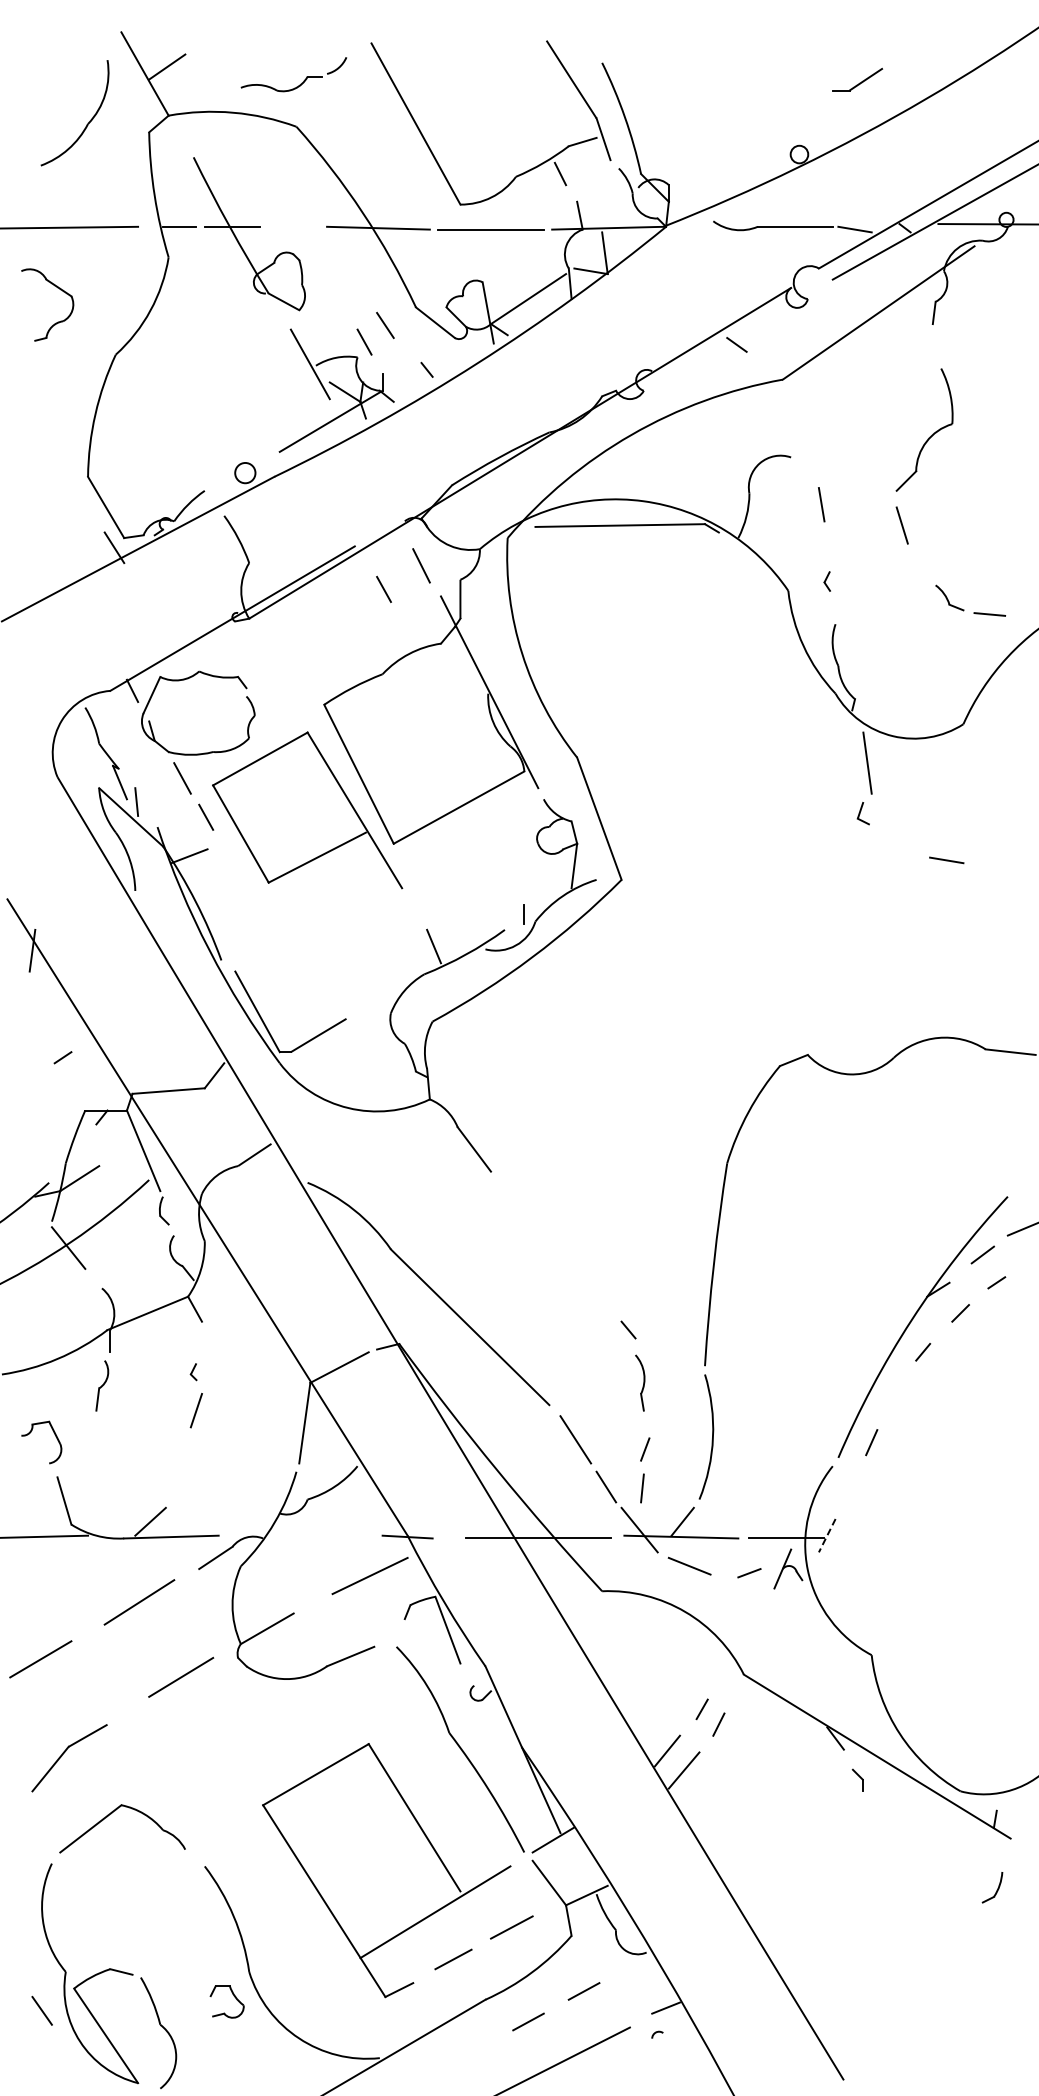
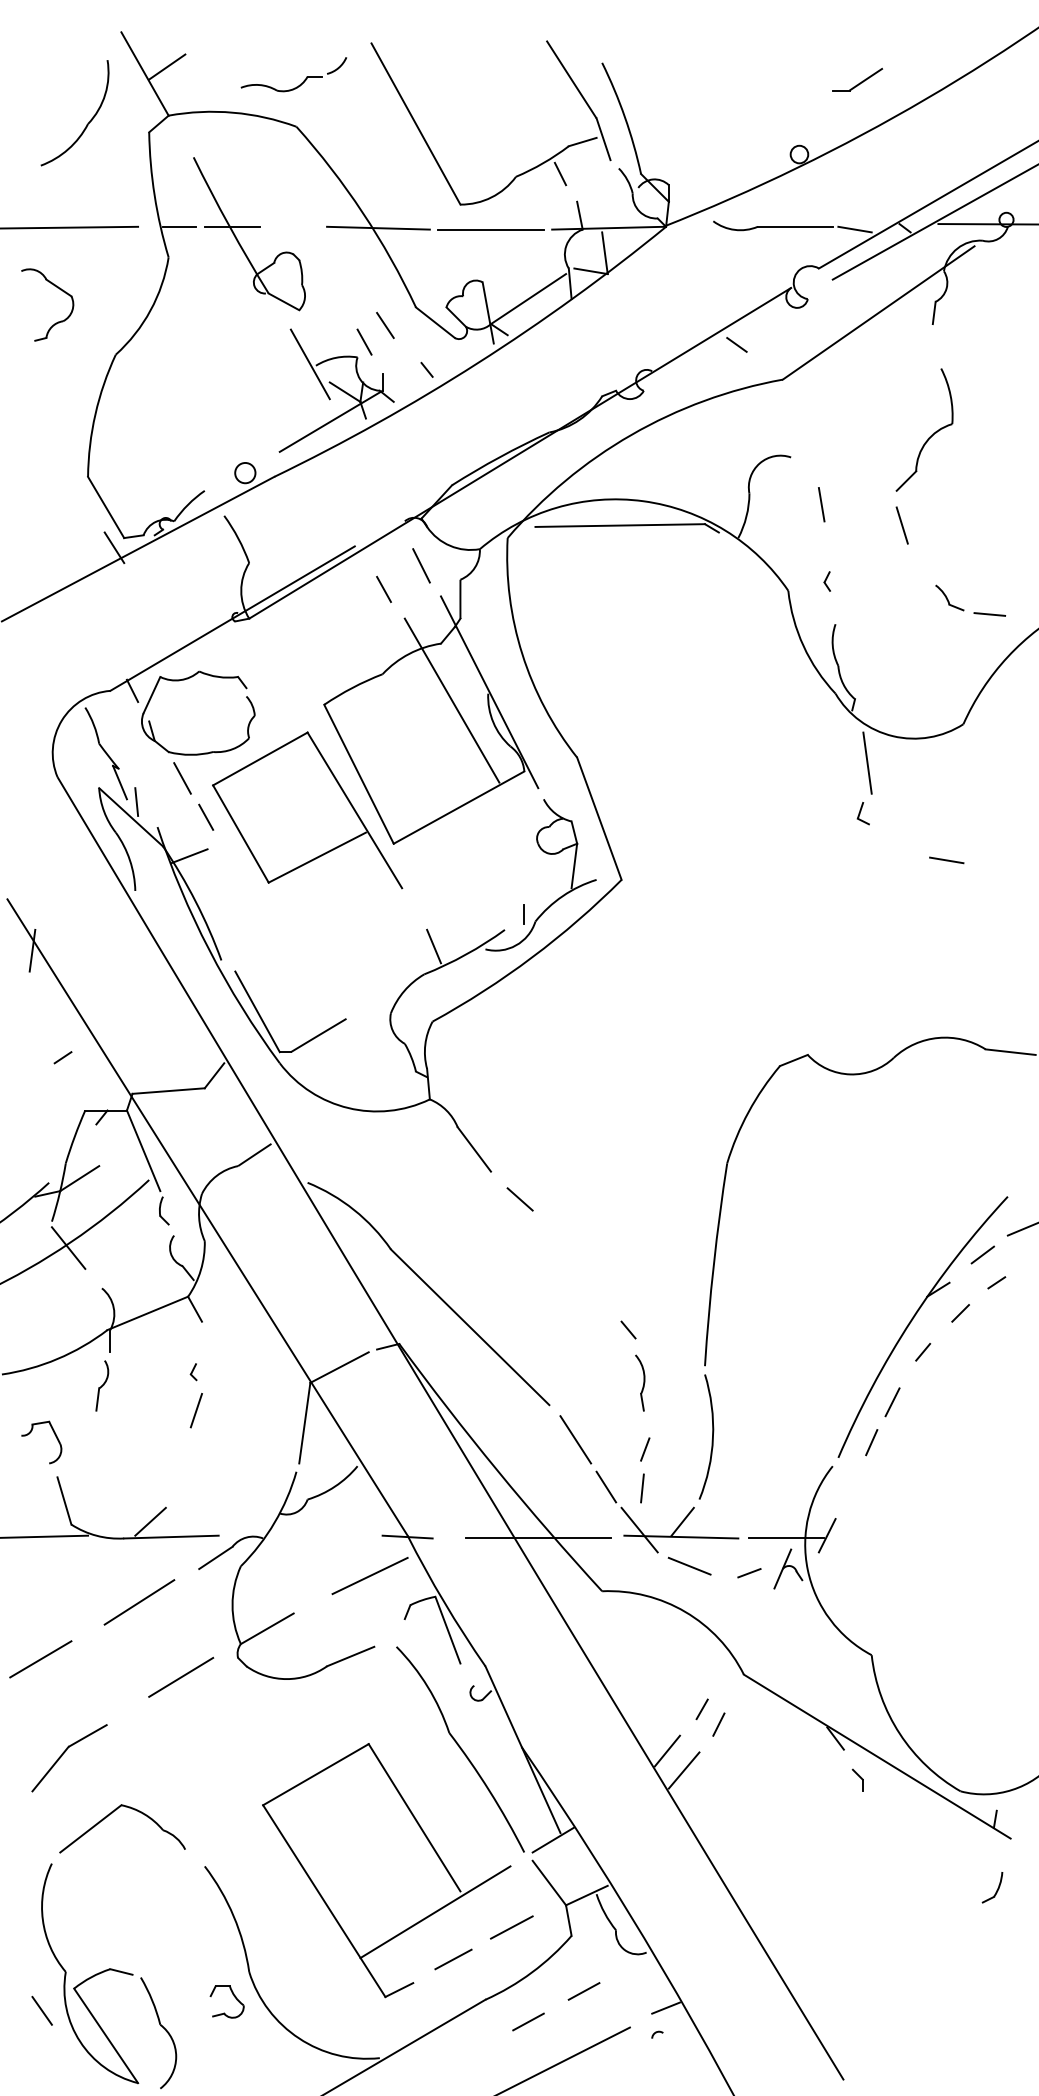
line at (451, 700): none -> present
line at (519, 1199): none -> present
line at (892, 1402): none -> present
line at (827, 1535): dashed -> solid
